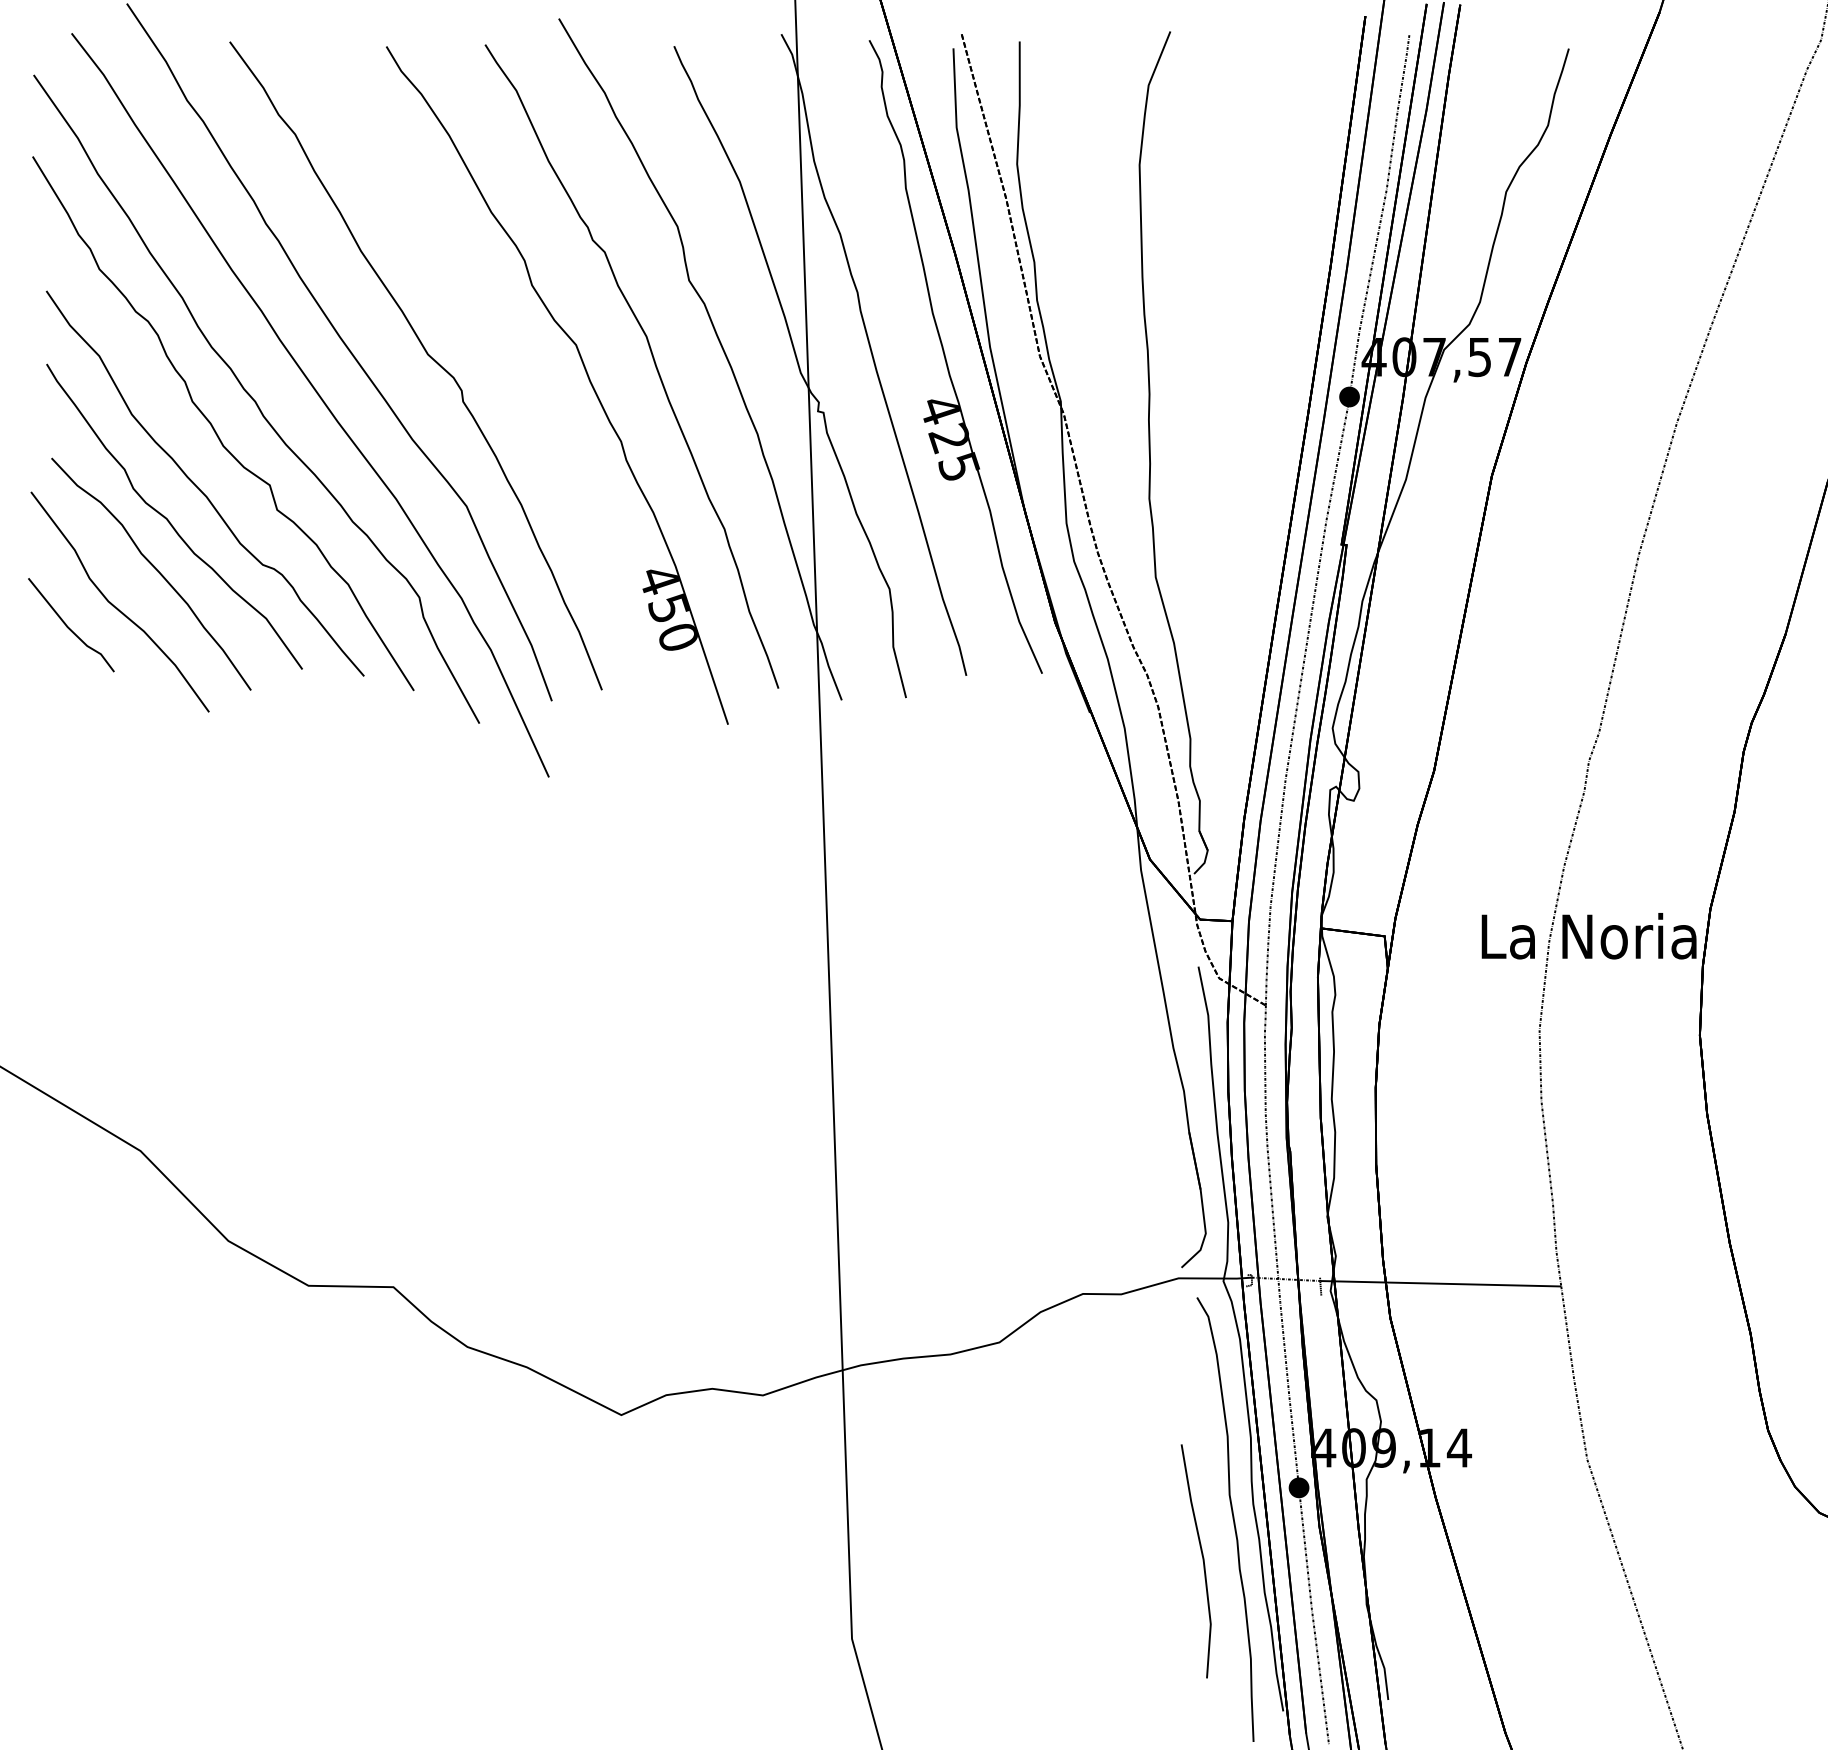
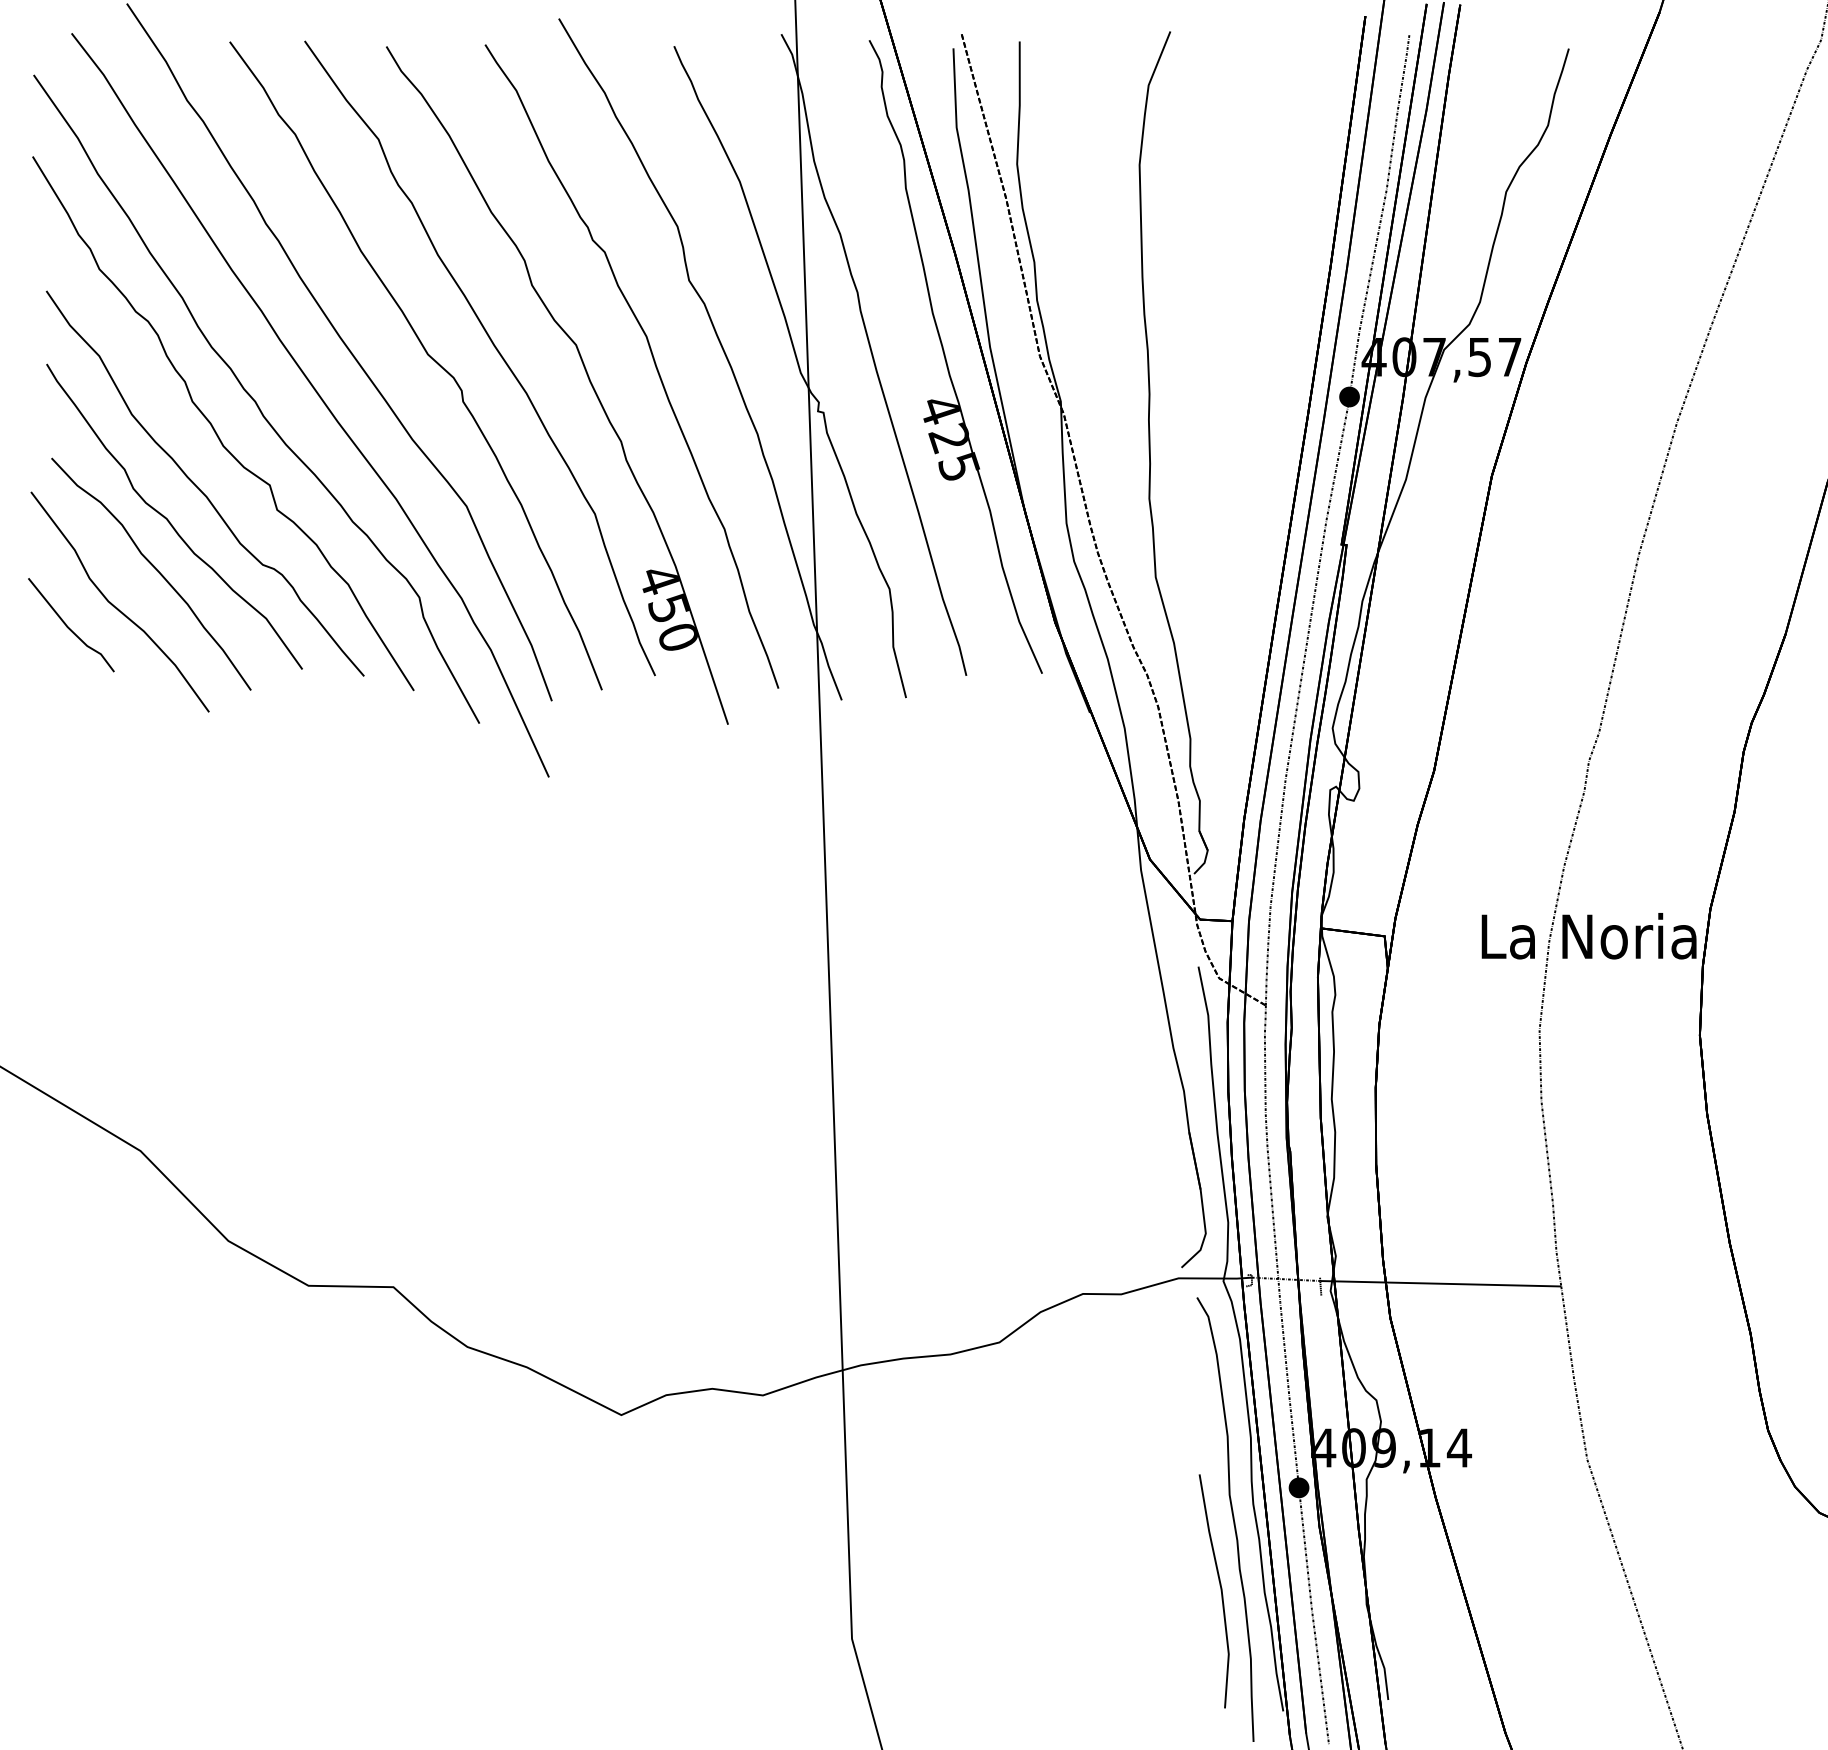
part at (495, 349): none -> present
line at (1202, 1561) position: (1202, 1561) -> (1220, 1591)
